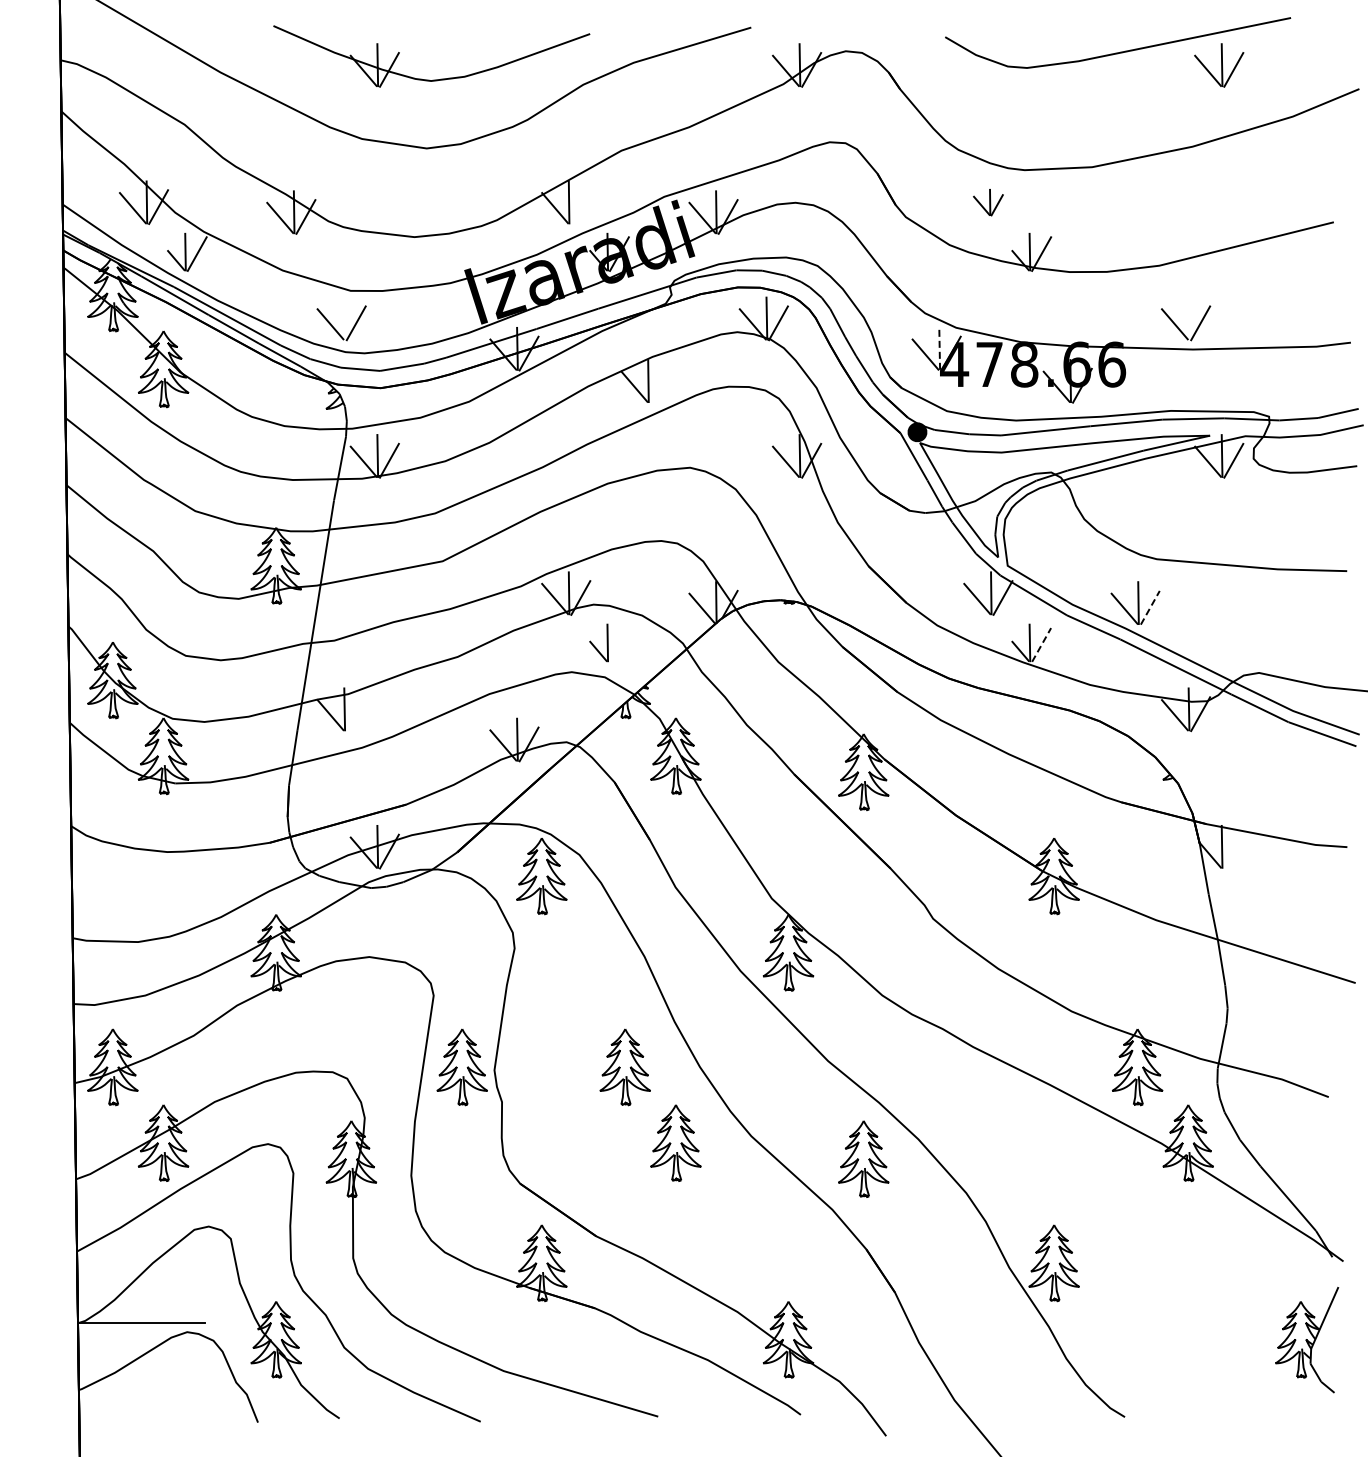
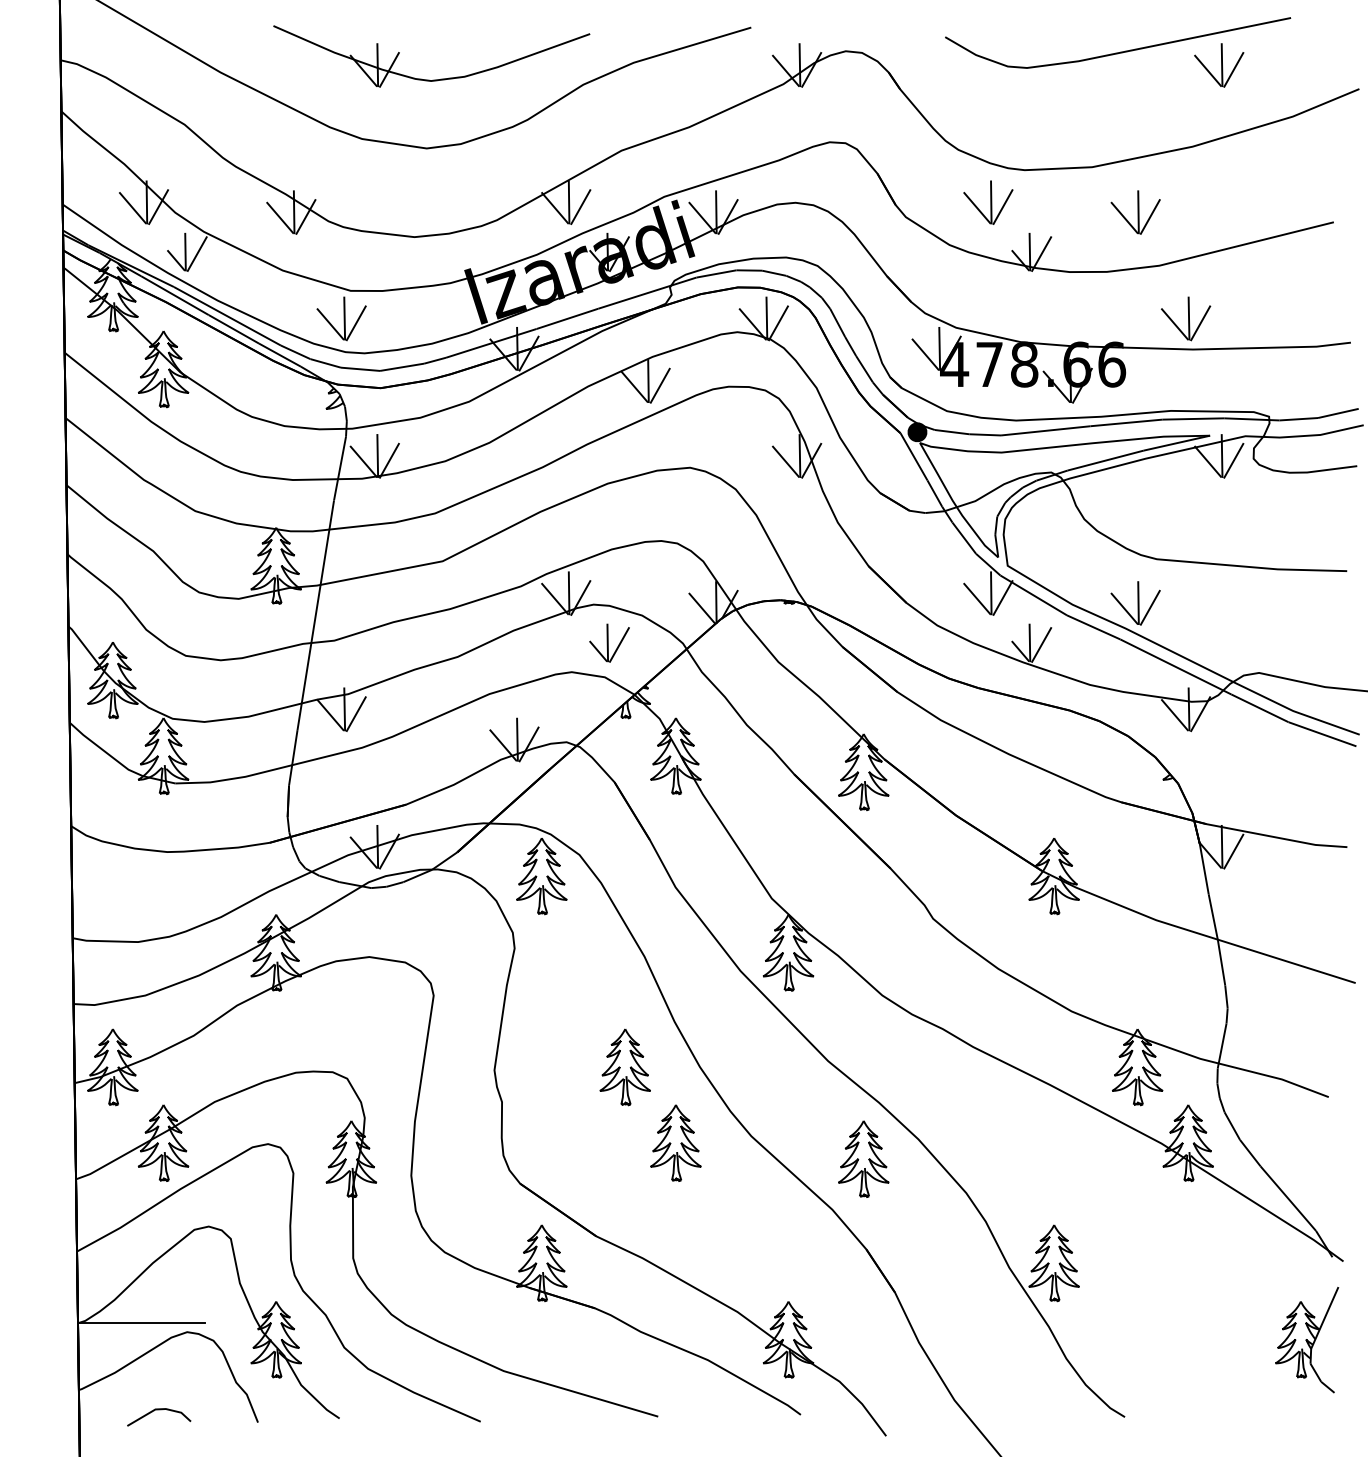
part at (988, 202) size: 31x28 px -> 51x45 px
line at (580, 206): none -> present
part at (1135, 212): none -> present
line at (344, 318): none -> present
line at (1188, 318): none -> present
line at (939, 348): dashed -> solid
line at (659, 385): none -> present
line at (1150, 607): dashed -> solid
line at (619, 644): none -> present
line at (1041, 644): dashed -> solid
line at (355, 714): none -> present
line at (1233, 851): none -> present
part at (461, 1067): present -> none
line at (159, 1410): none -> present
